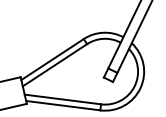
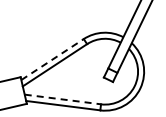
line at (52, 59): solid -> dashed
line at (63, 99): solid -> dashed
